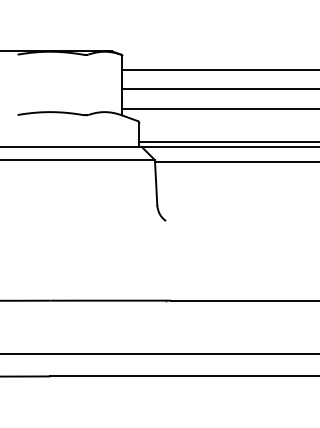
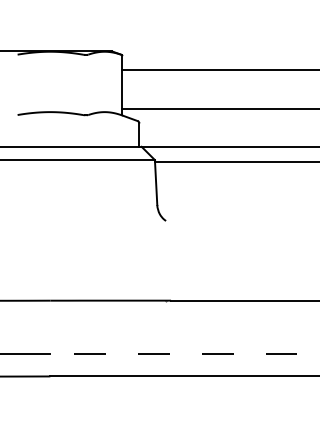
line at (218, 88): present -> none
line at (227, 142): present -> none
line at (185, 353): solid -> dashed
